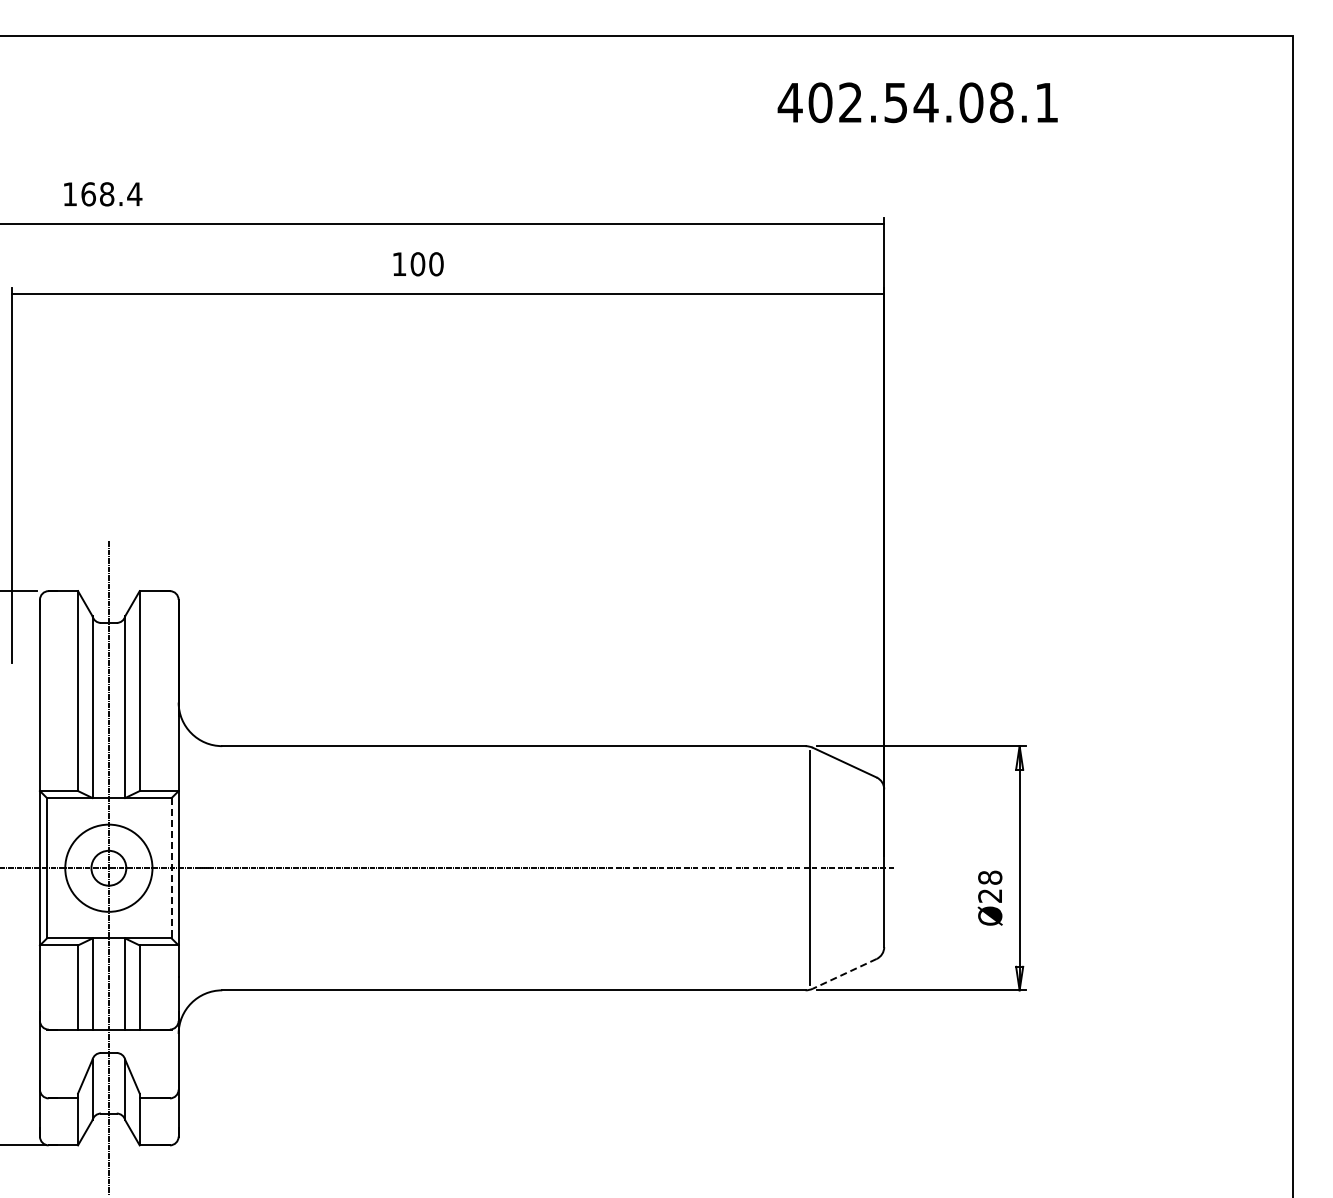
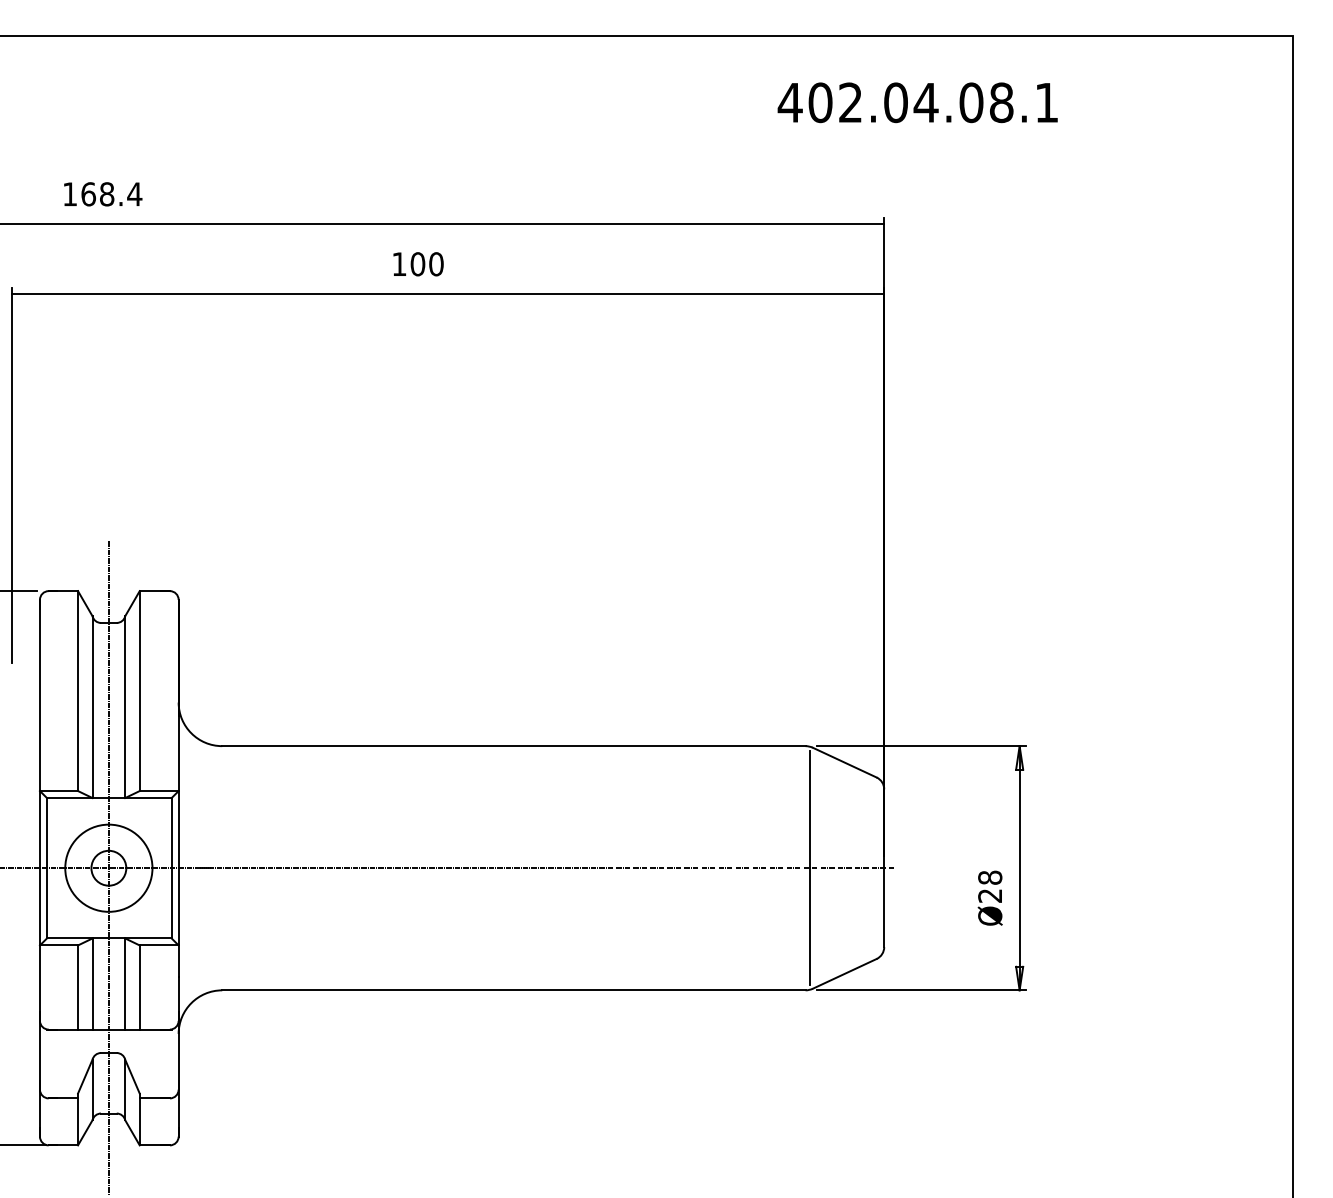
text at (895, 102): 402.54.08.1 -> 402.04.08.1
line at (171, 868): dashed -> solid
line at (844, 974): dashed -> solid
